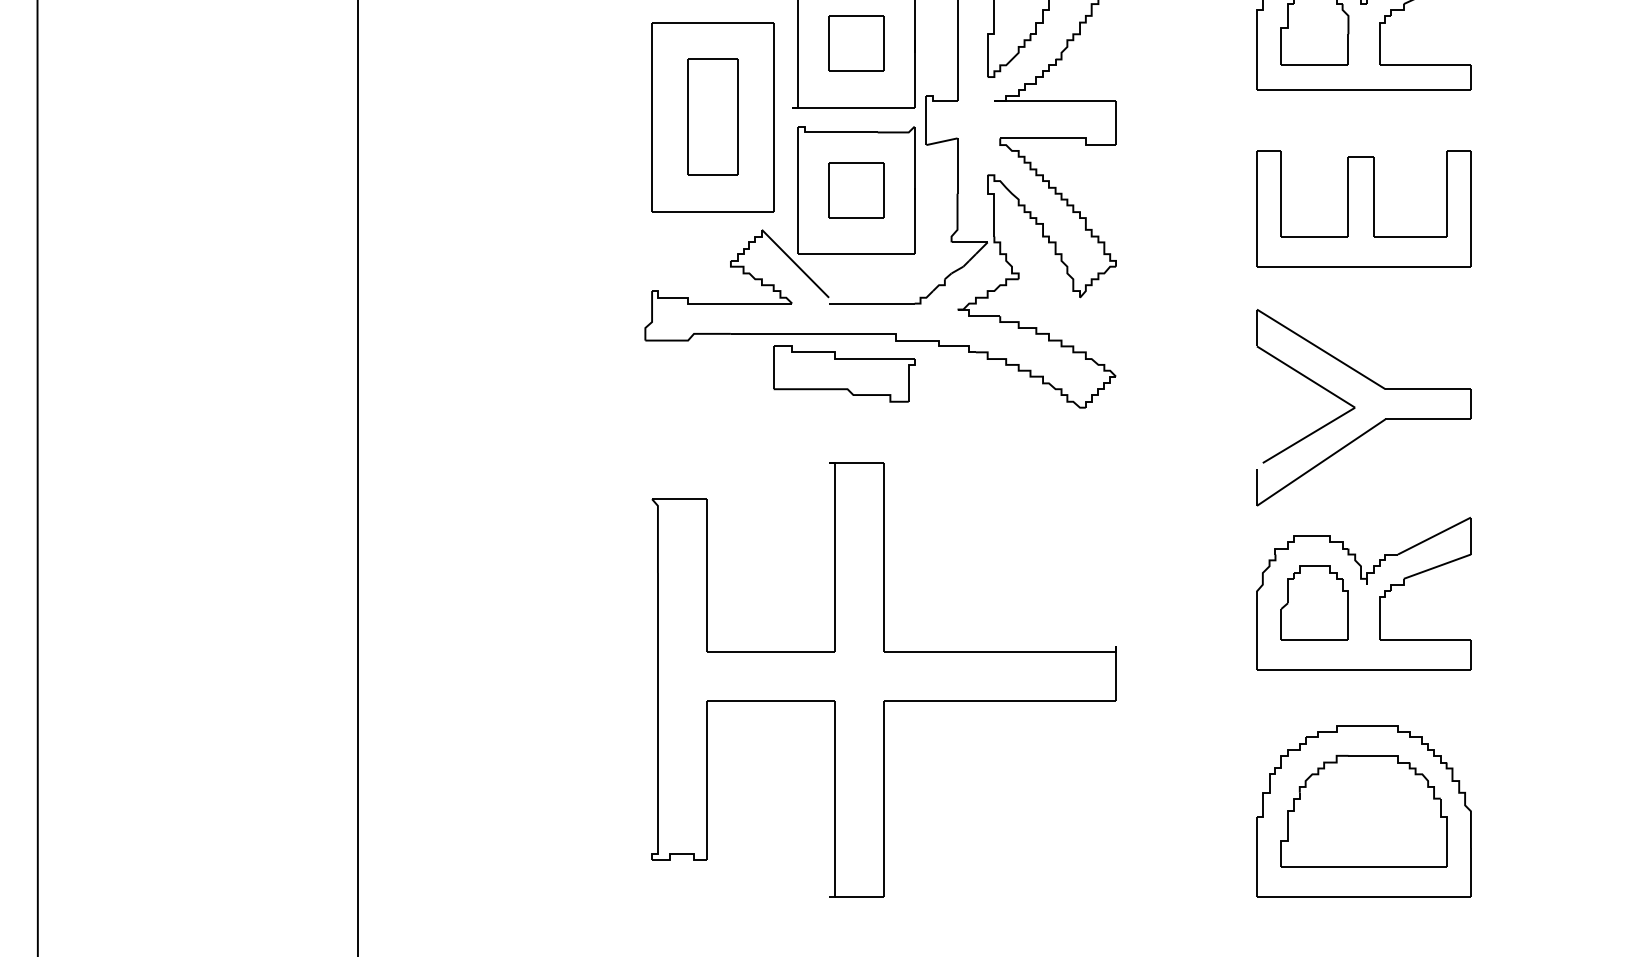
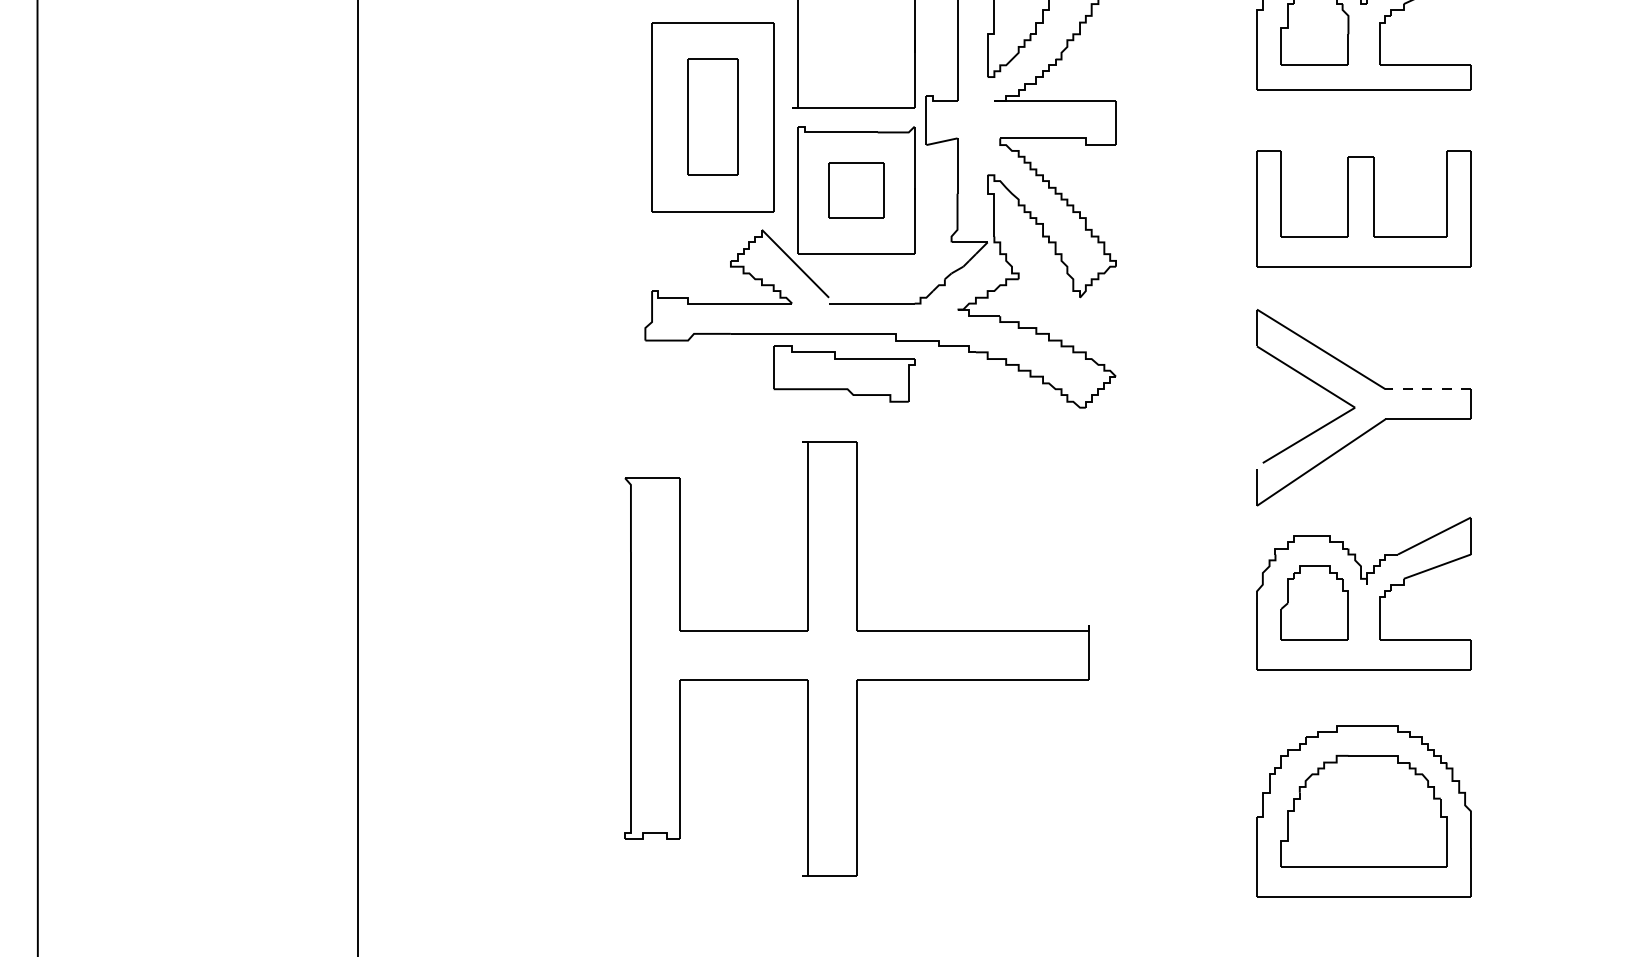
part at (856, 43): present -> none
line at (1428, 389): solid -> dashed
part at (883, 679) position: (883, 679) -> (856, 658)
